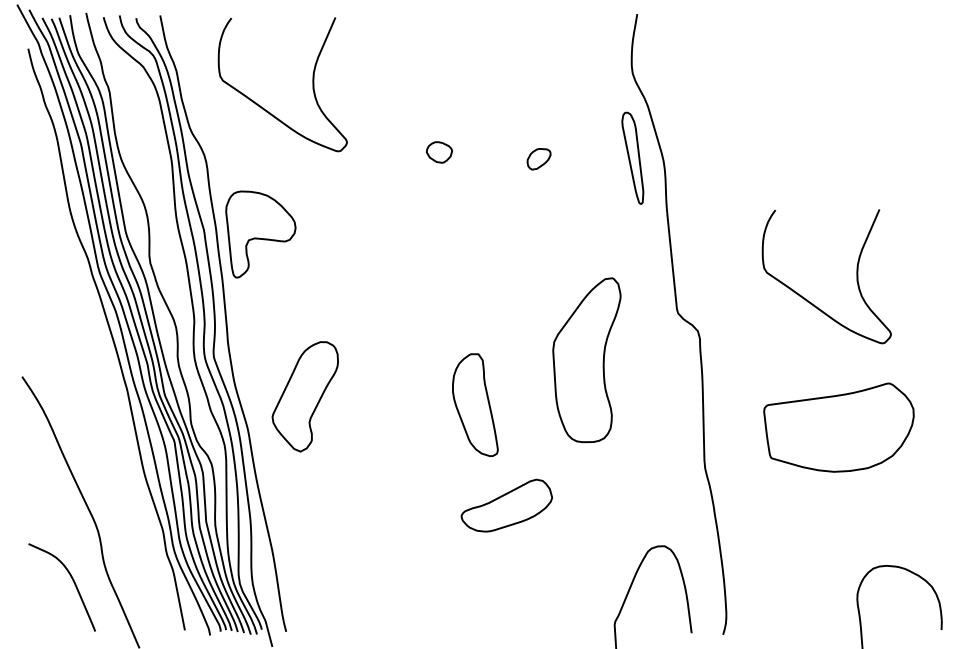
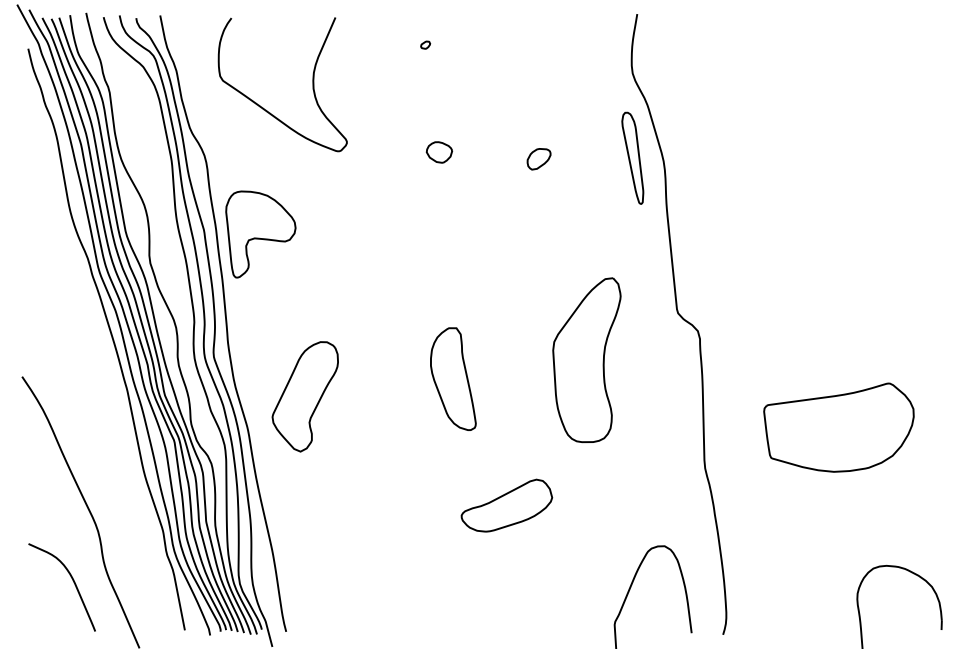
part at (425, 44): none -> present
curve at (810, 301): present -> none
part at (475, 404) position: (475, 404) -> (453, 378)
